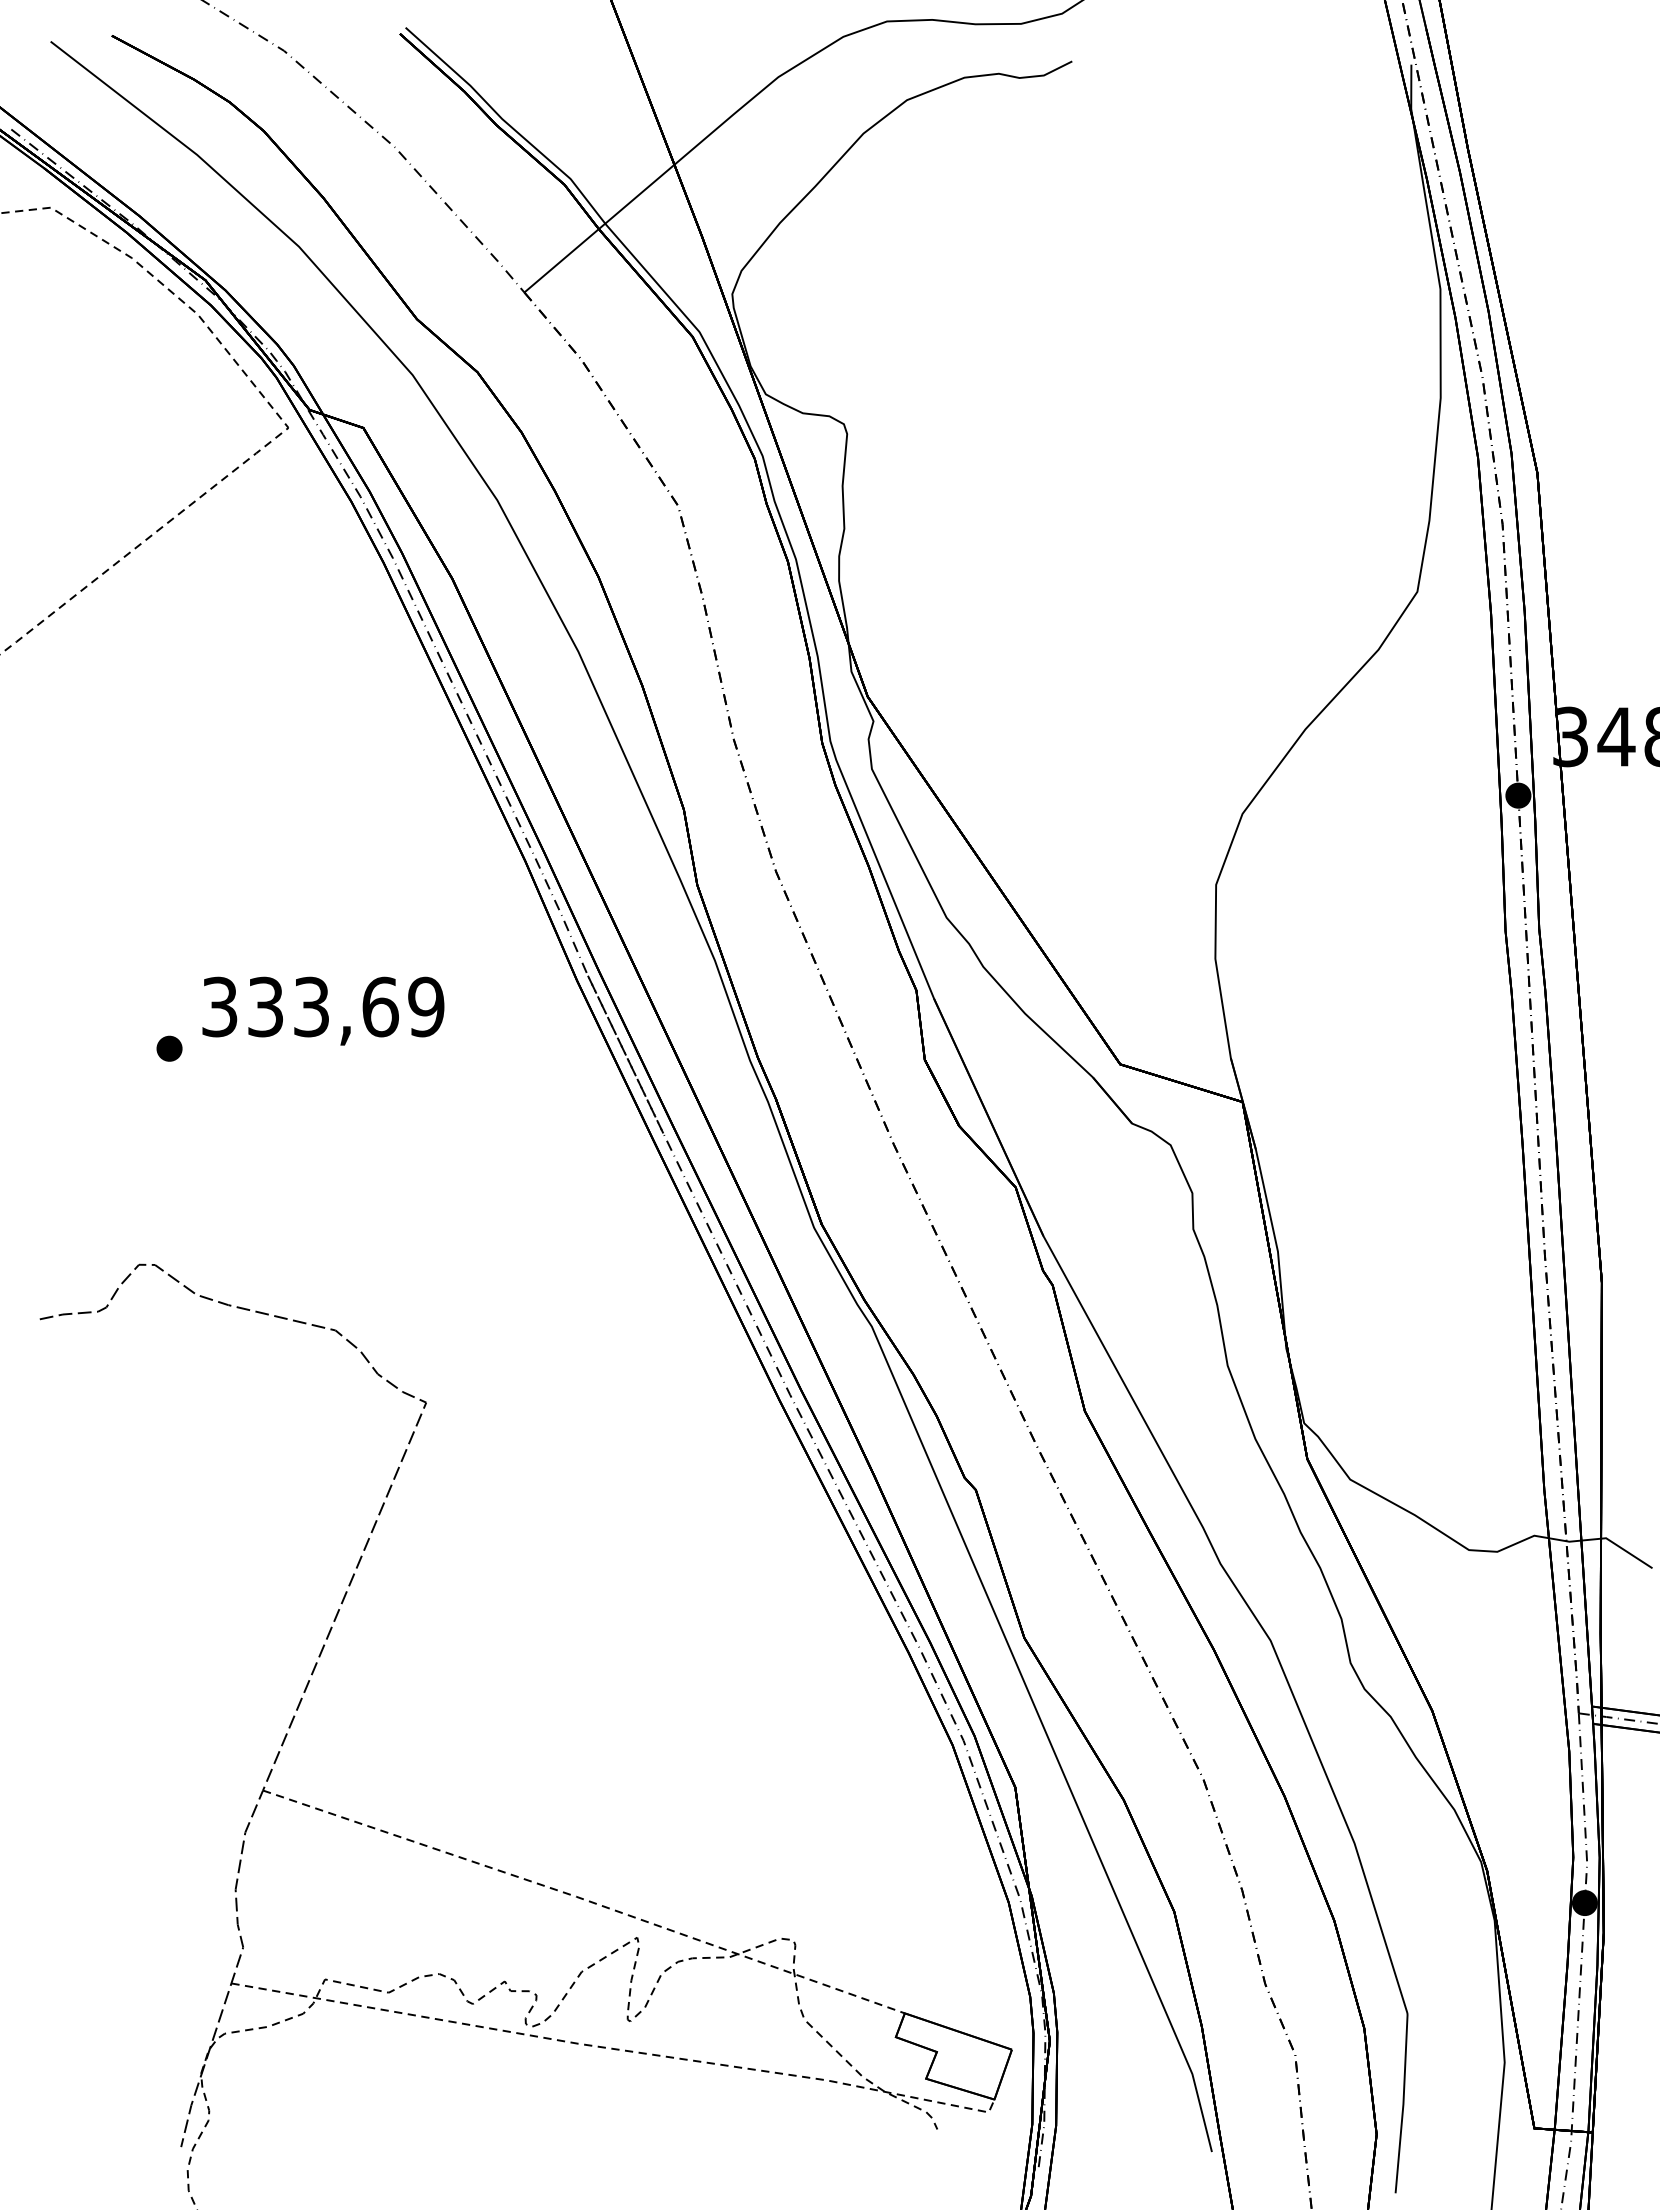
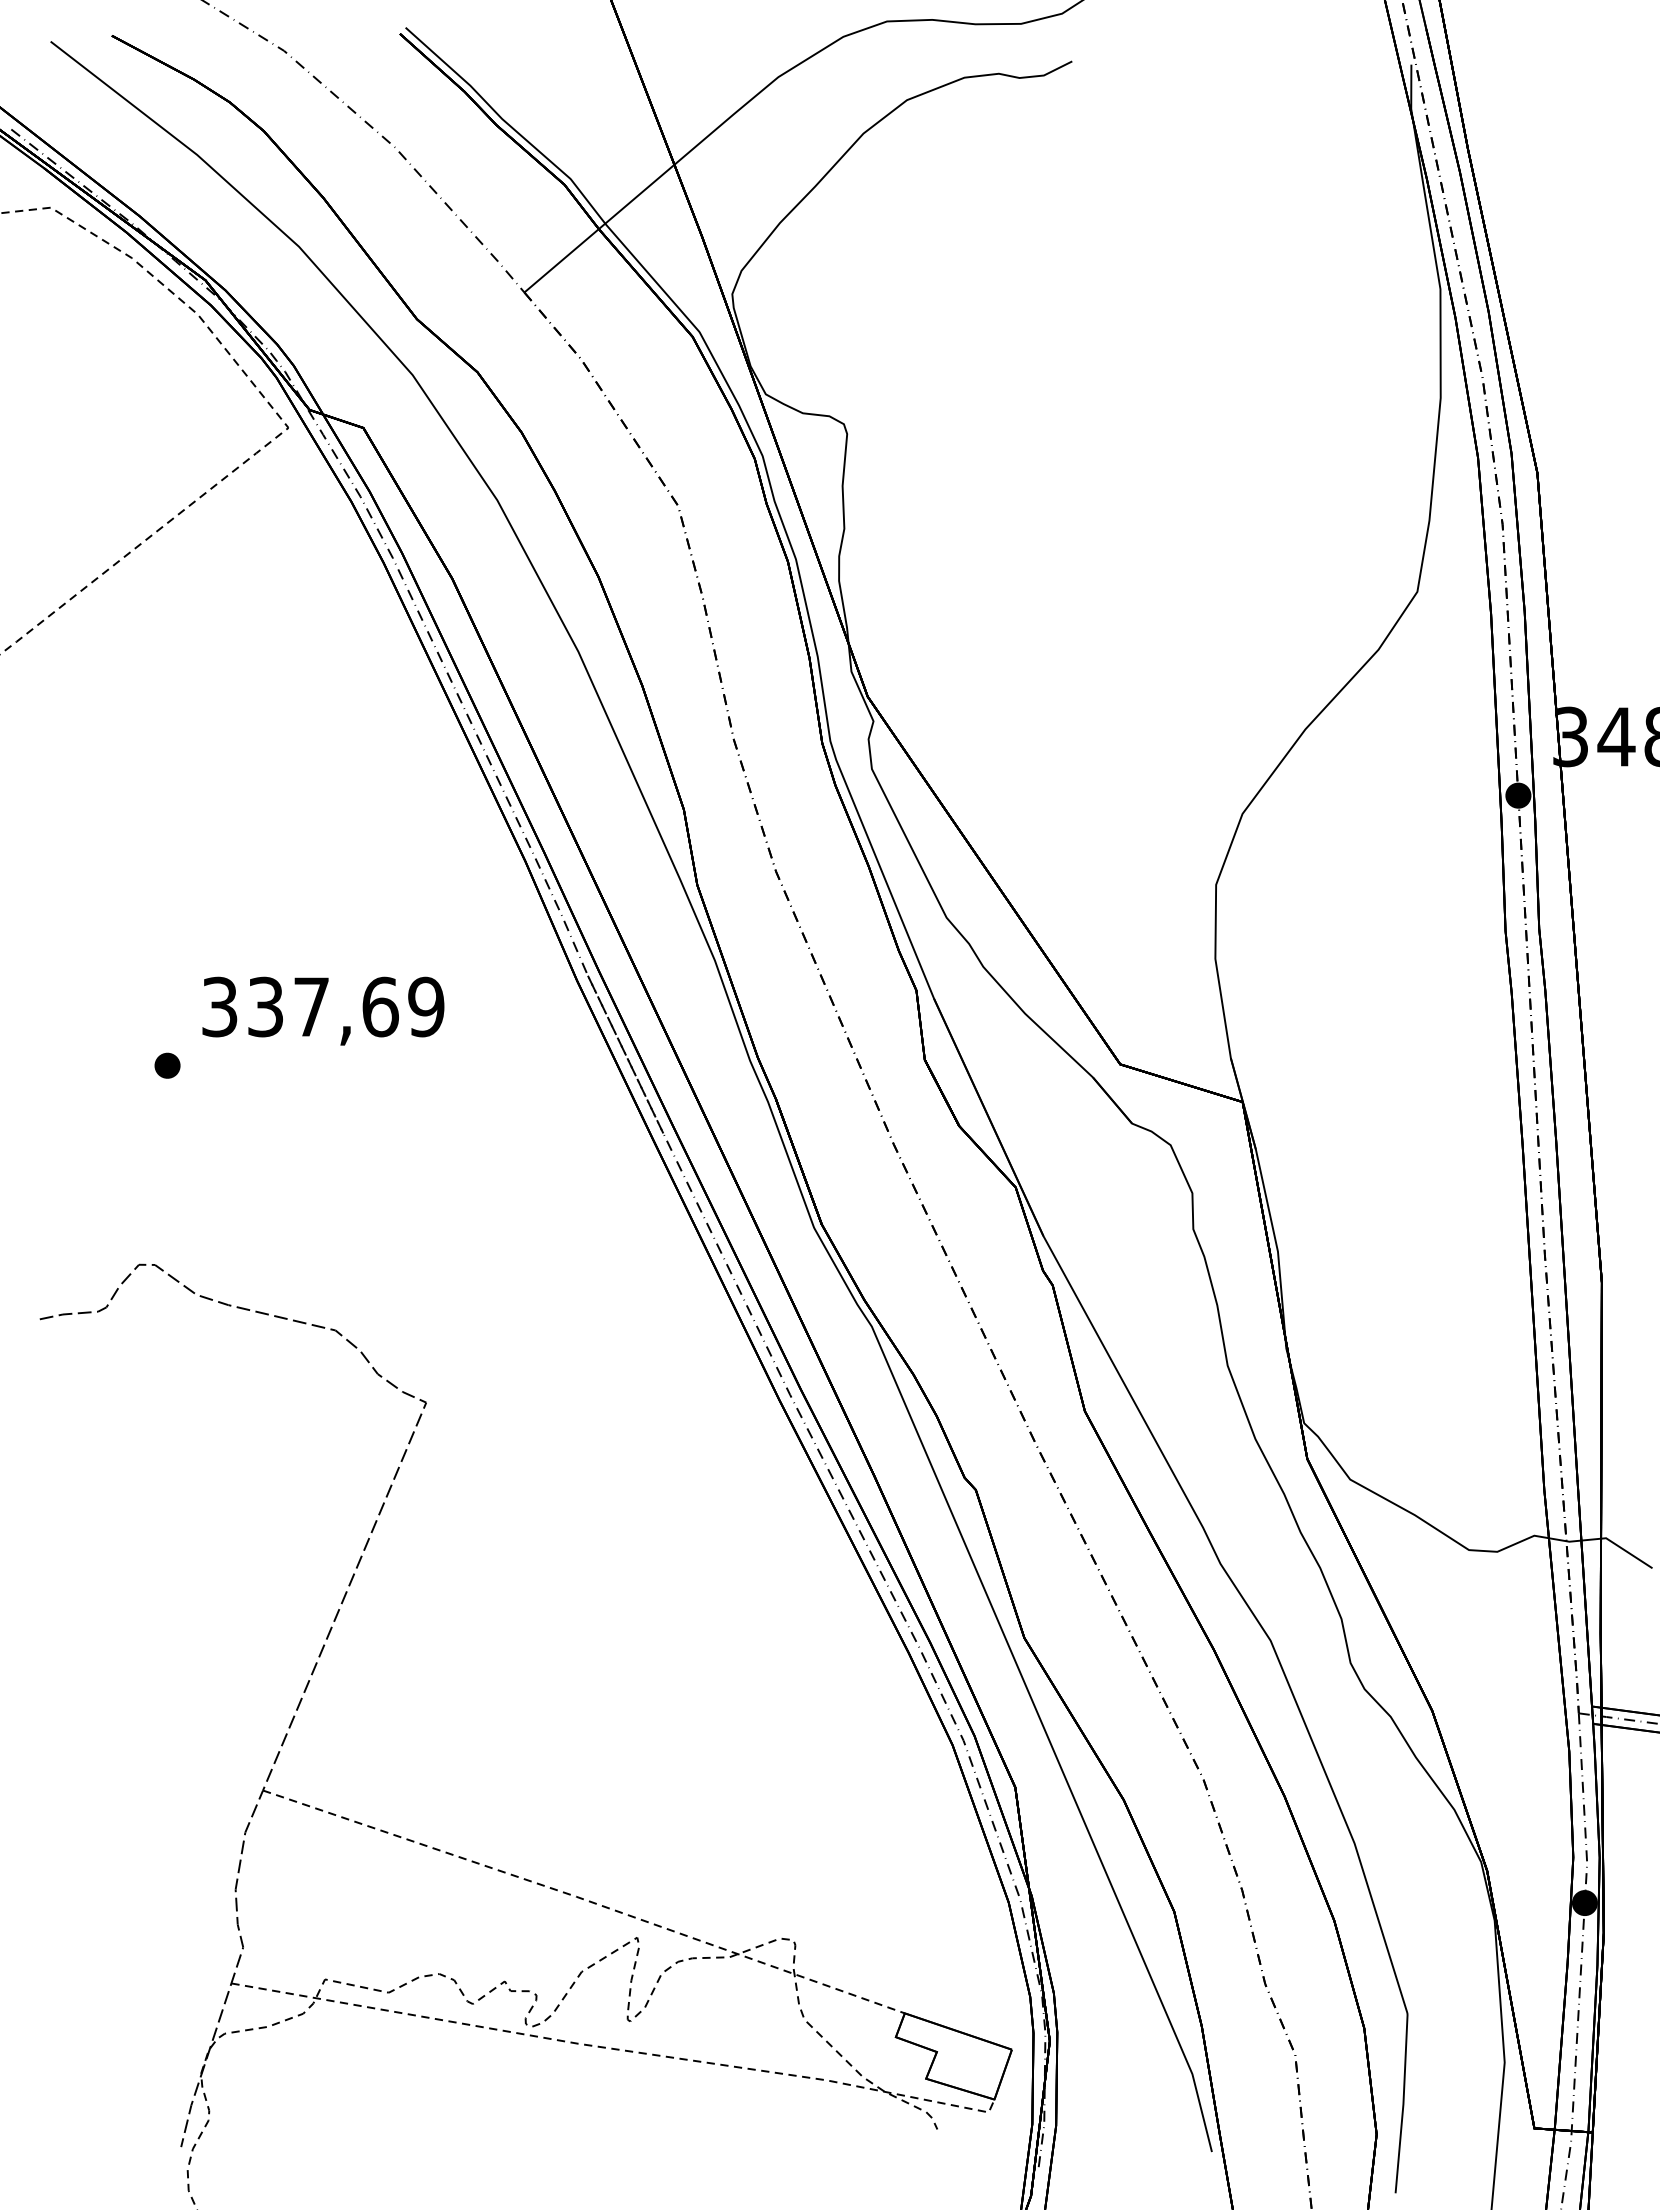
text at (311, 1006): 333,69 -> 337,69
part at (169, 1048) position: (169, 1048) -> (167, 1065)
